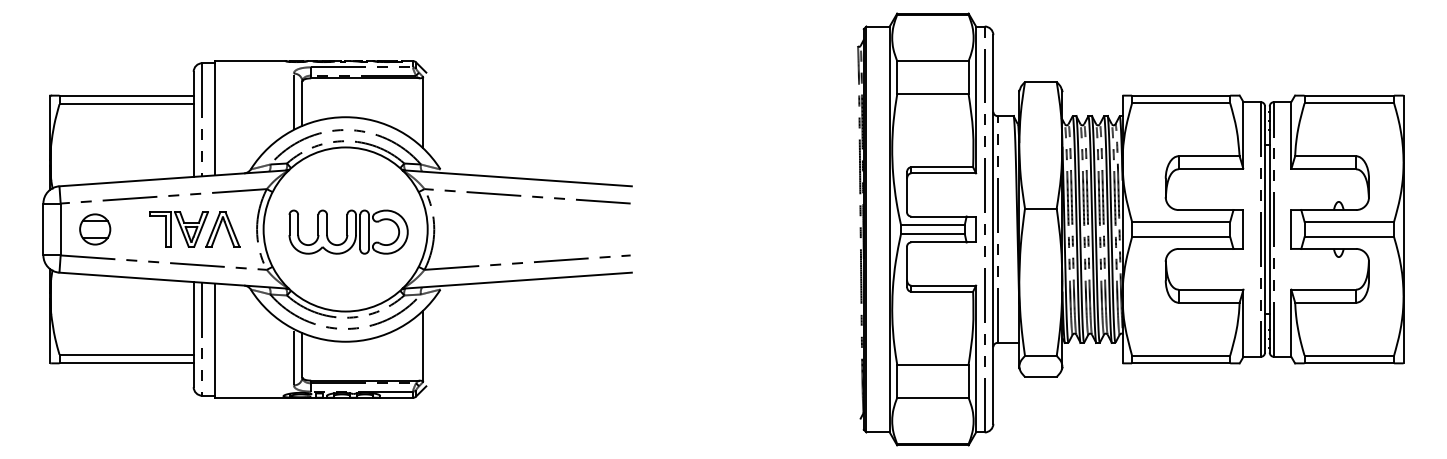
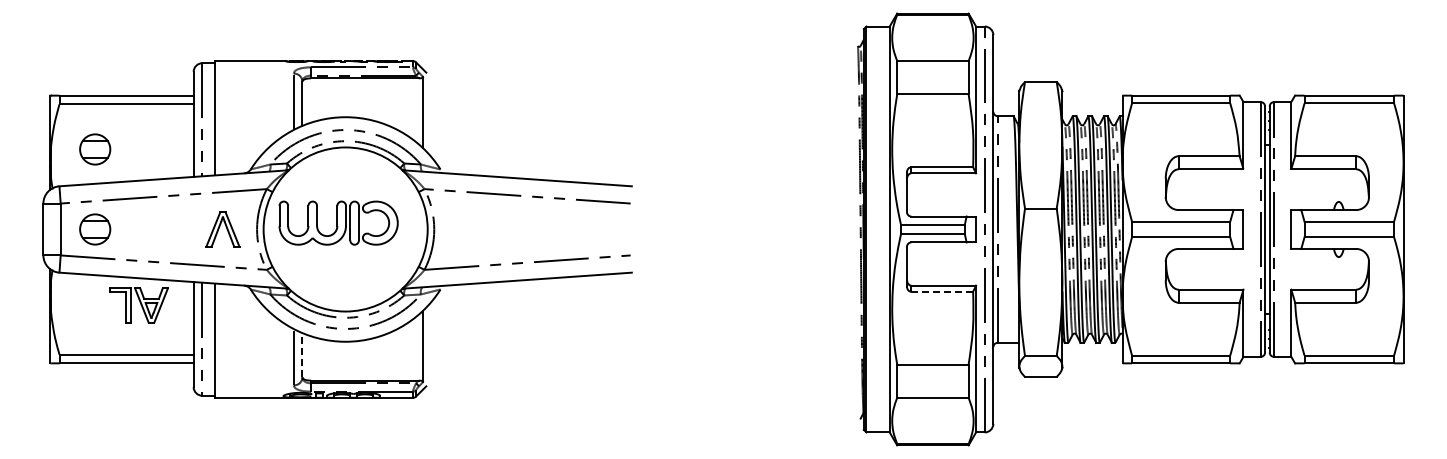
part at (95, 149): none -> present
part at (178, 229) position: (178, 229) -> (138, 305)
part at (348, 231) position: (348, 231) -> (338, 222)
line at (942, 291): solid -> dashed
line at (302, 354): solid -> dashed
